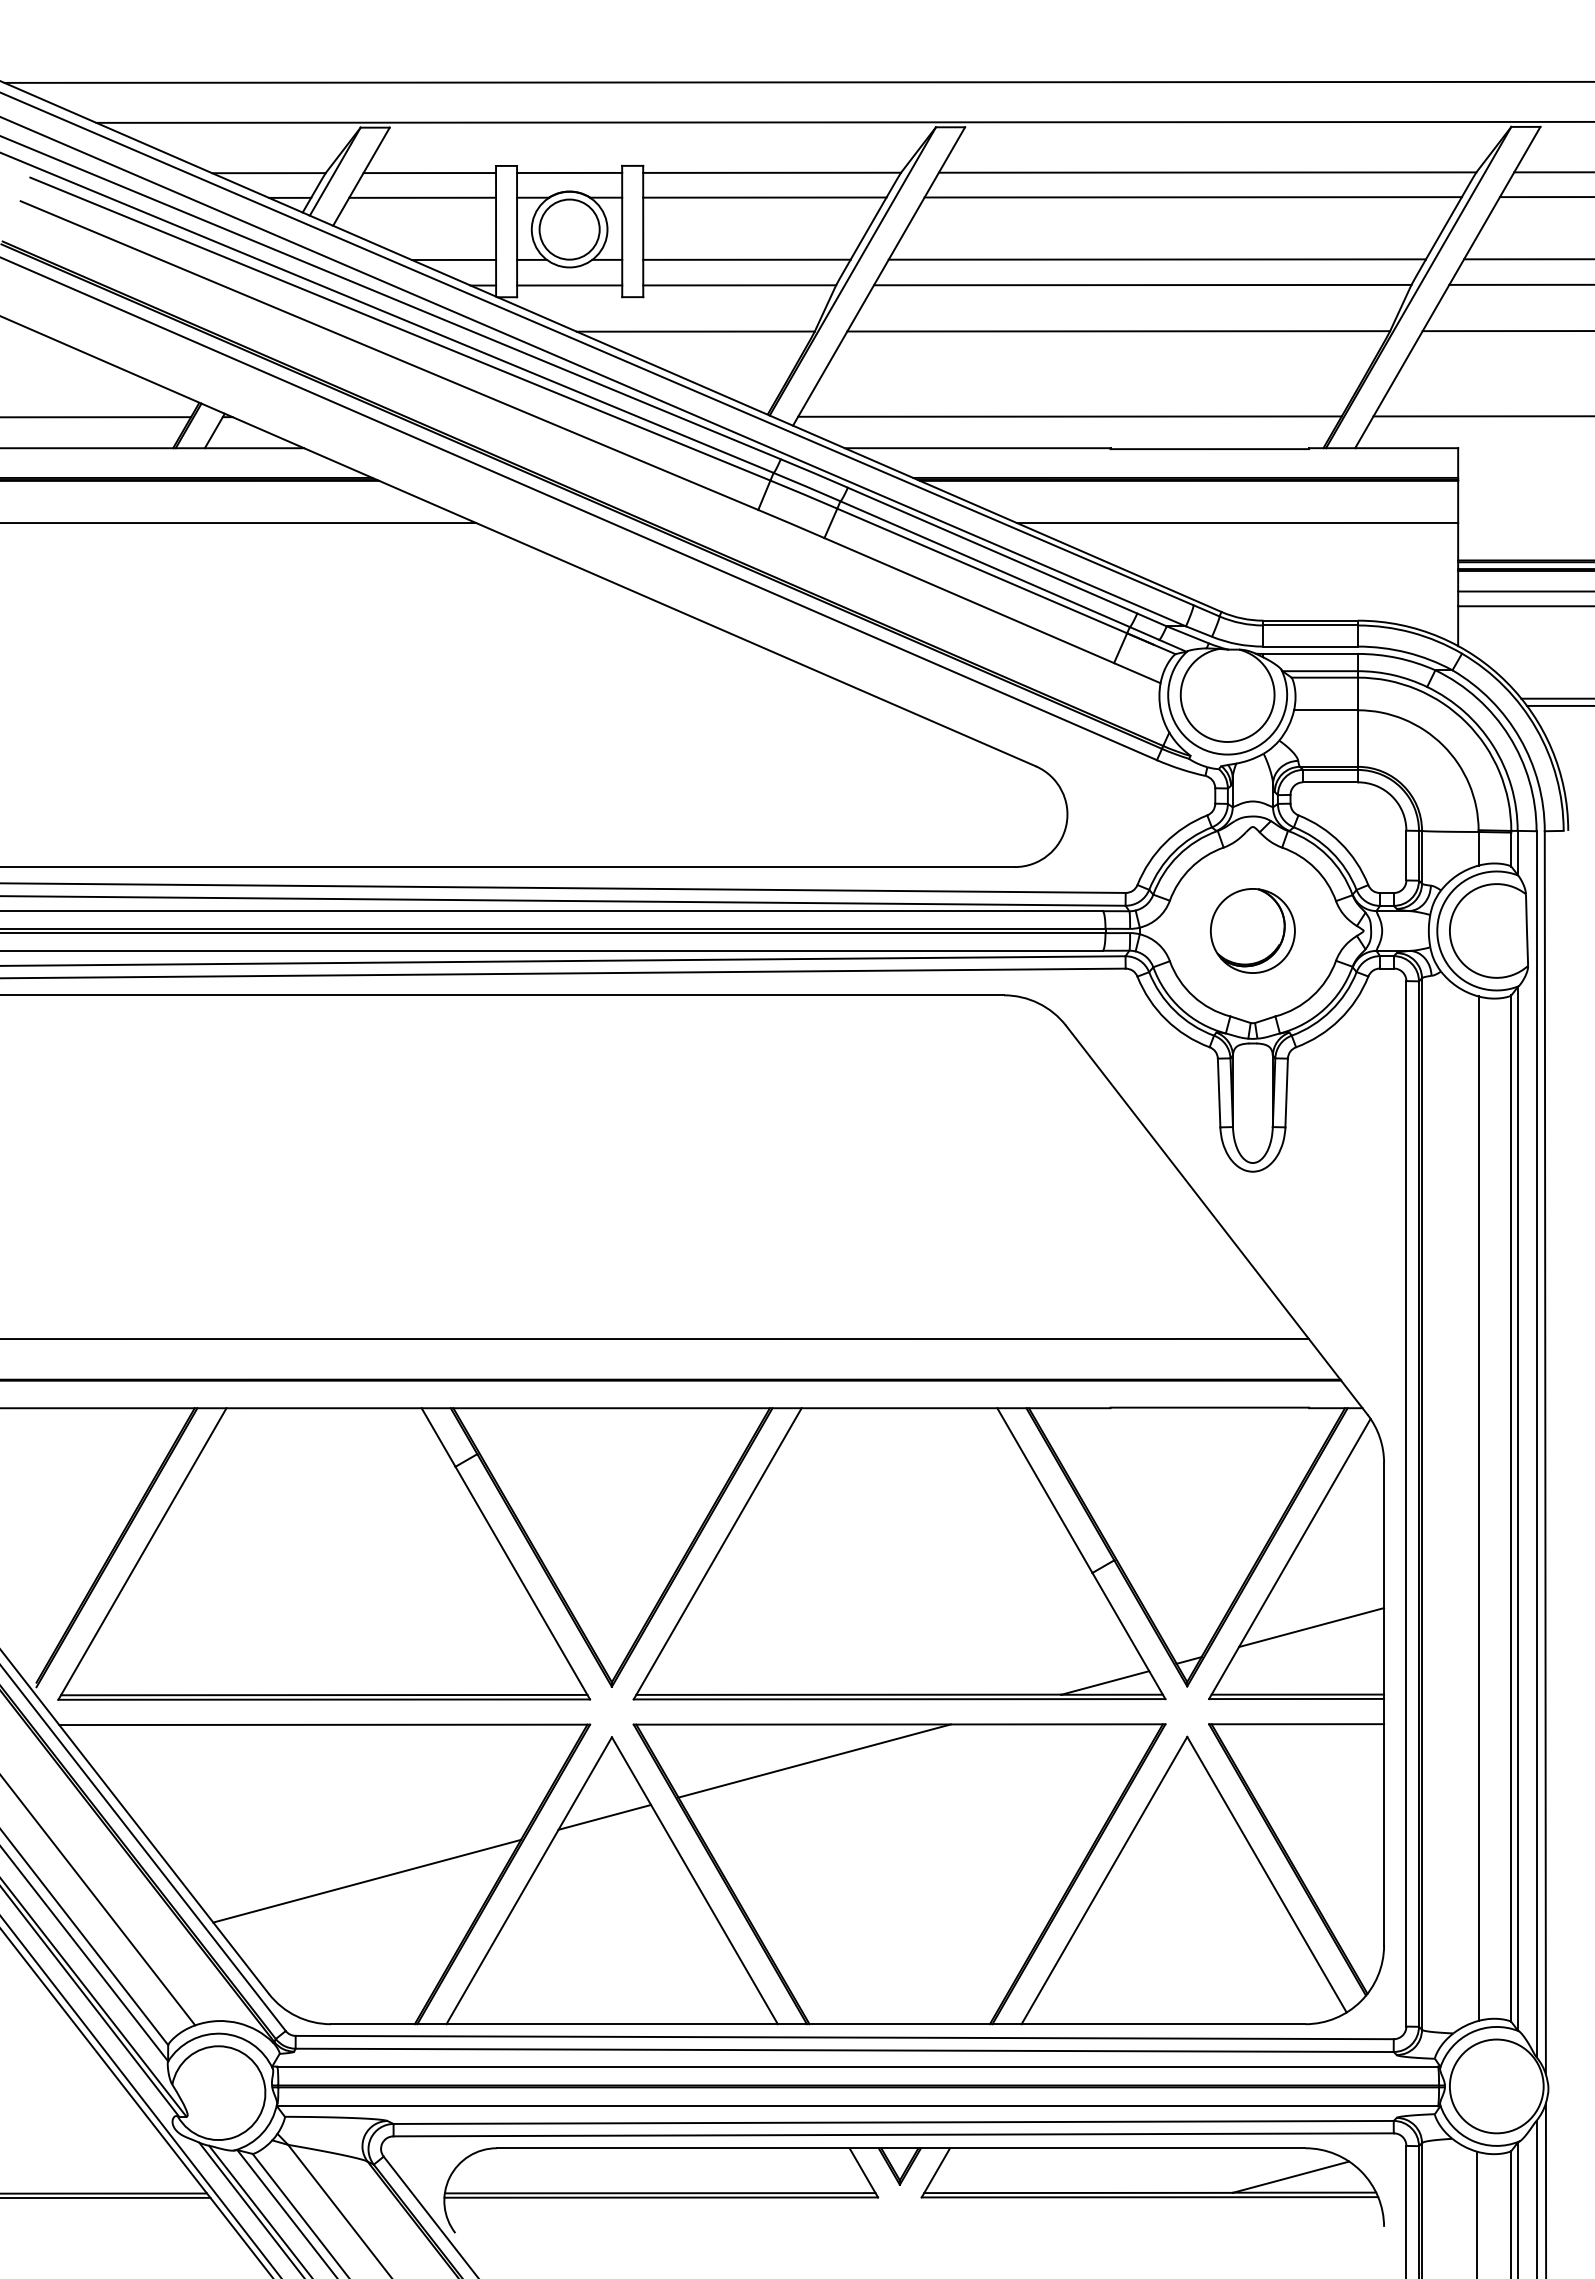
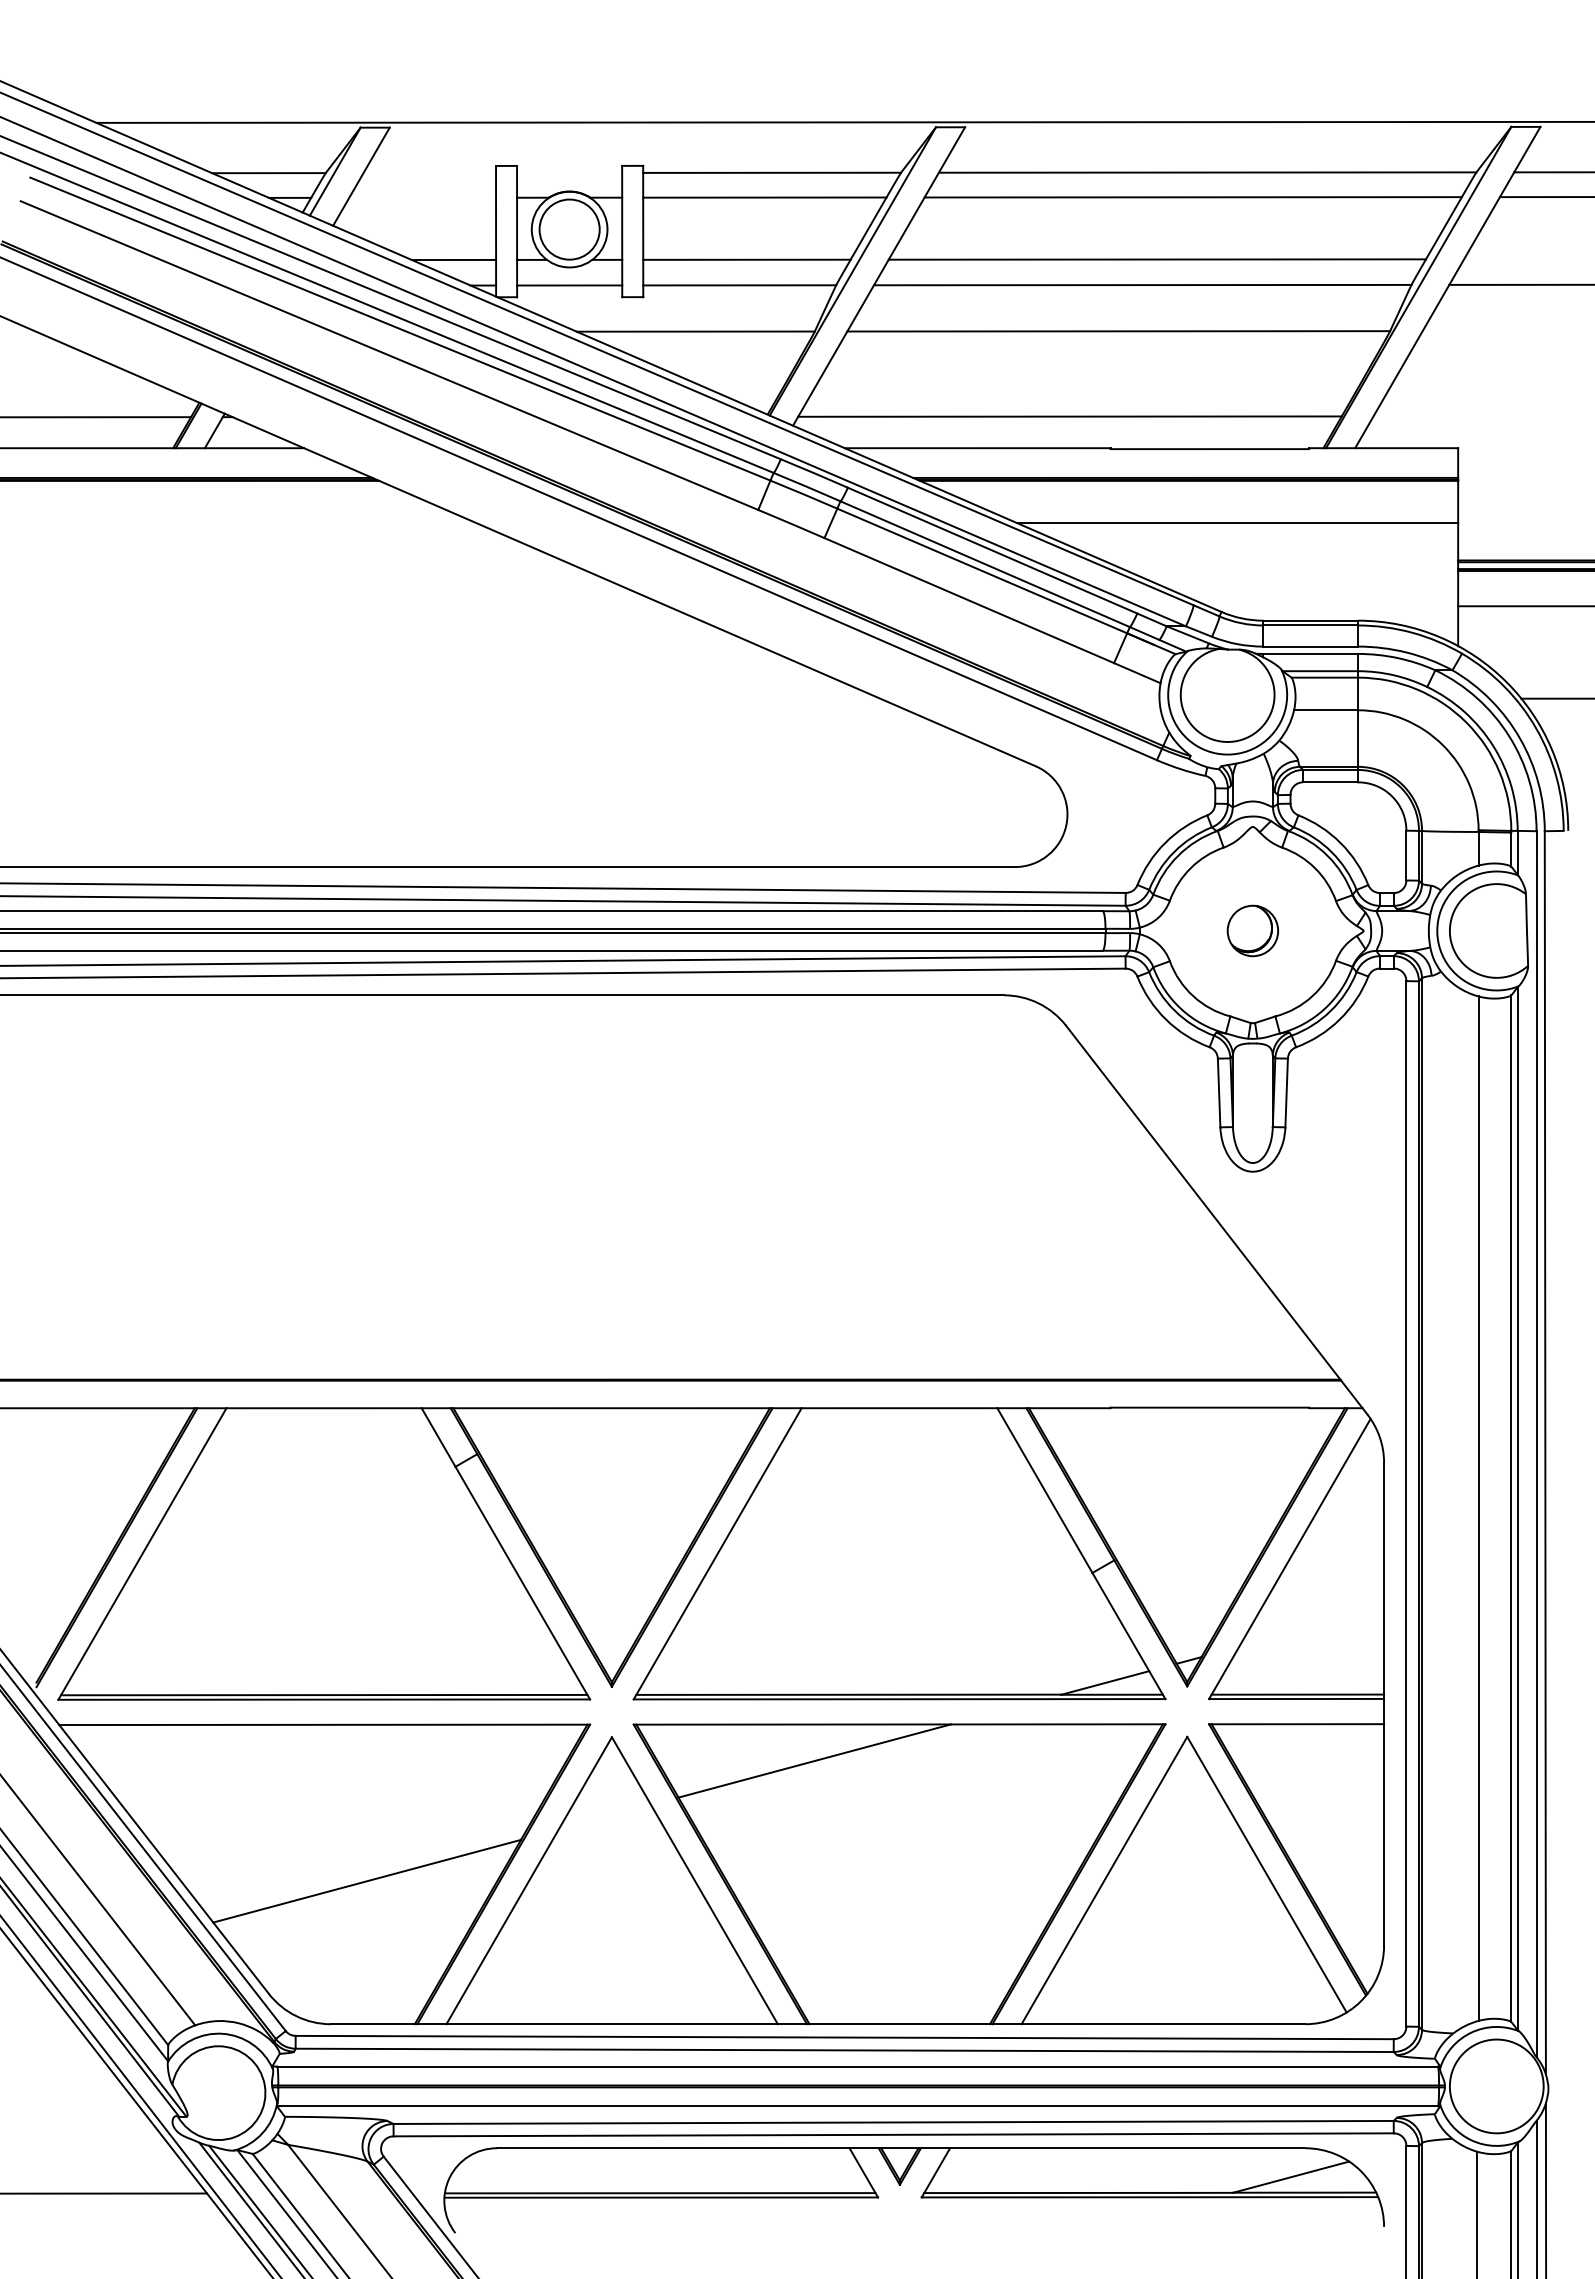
line at (797, 81): present -> none
line at (569, 172): present -> none
line at (429, 173): present -> none
line at (422, 197): present -> none
line at (1527, 259): present -> none
line at (1506, 331): present -> none
line at (1482, 416): present -> none
line at (239, 523): present -> none
line at (1524, 591): present -> none
line at (1558, 705): present -> none
part at (1252, 930) size: 86x86 px -> 53x54 px
line at (655, 1338): present -> none
line at (1311, 1627): present -> none
line at (604, 1816): present -> none
line at (106, 2197): present -> none
